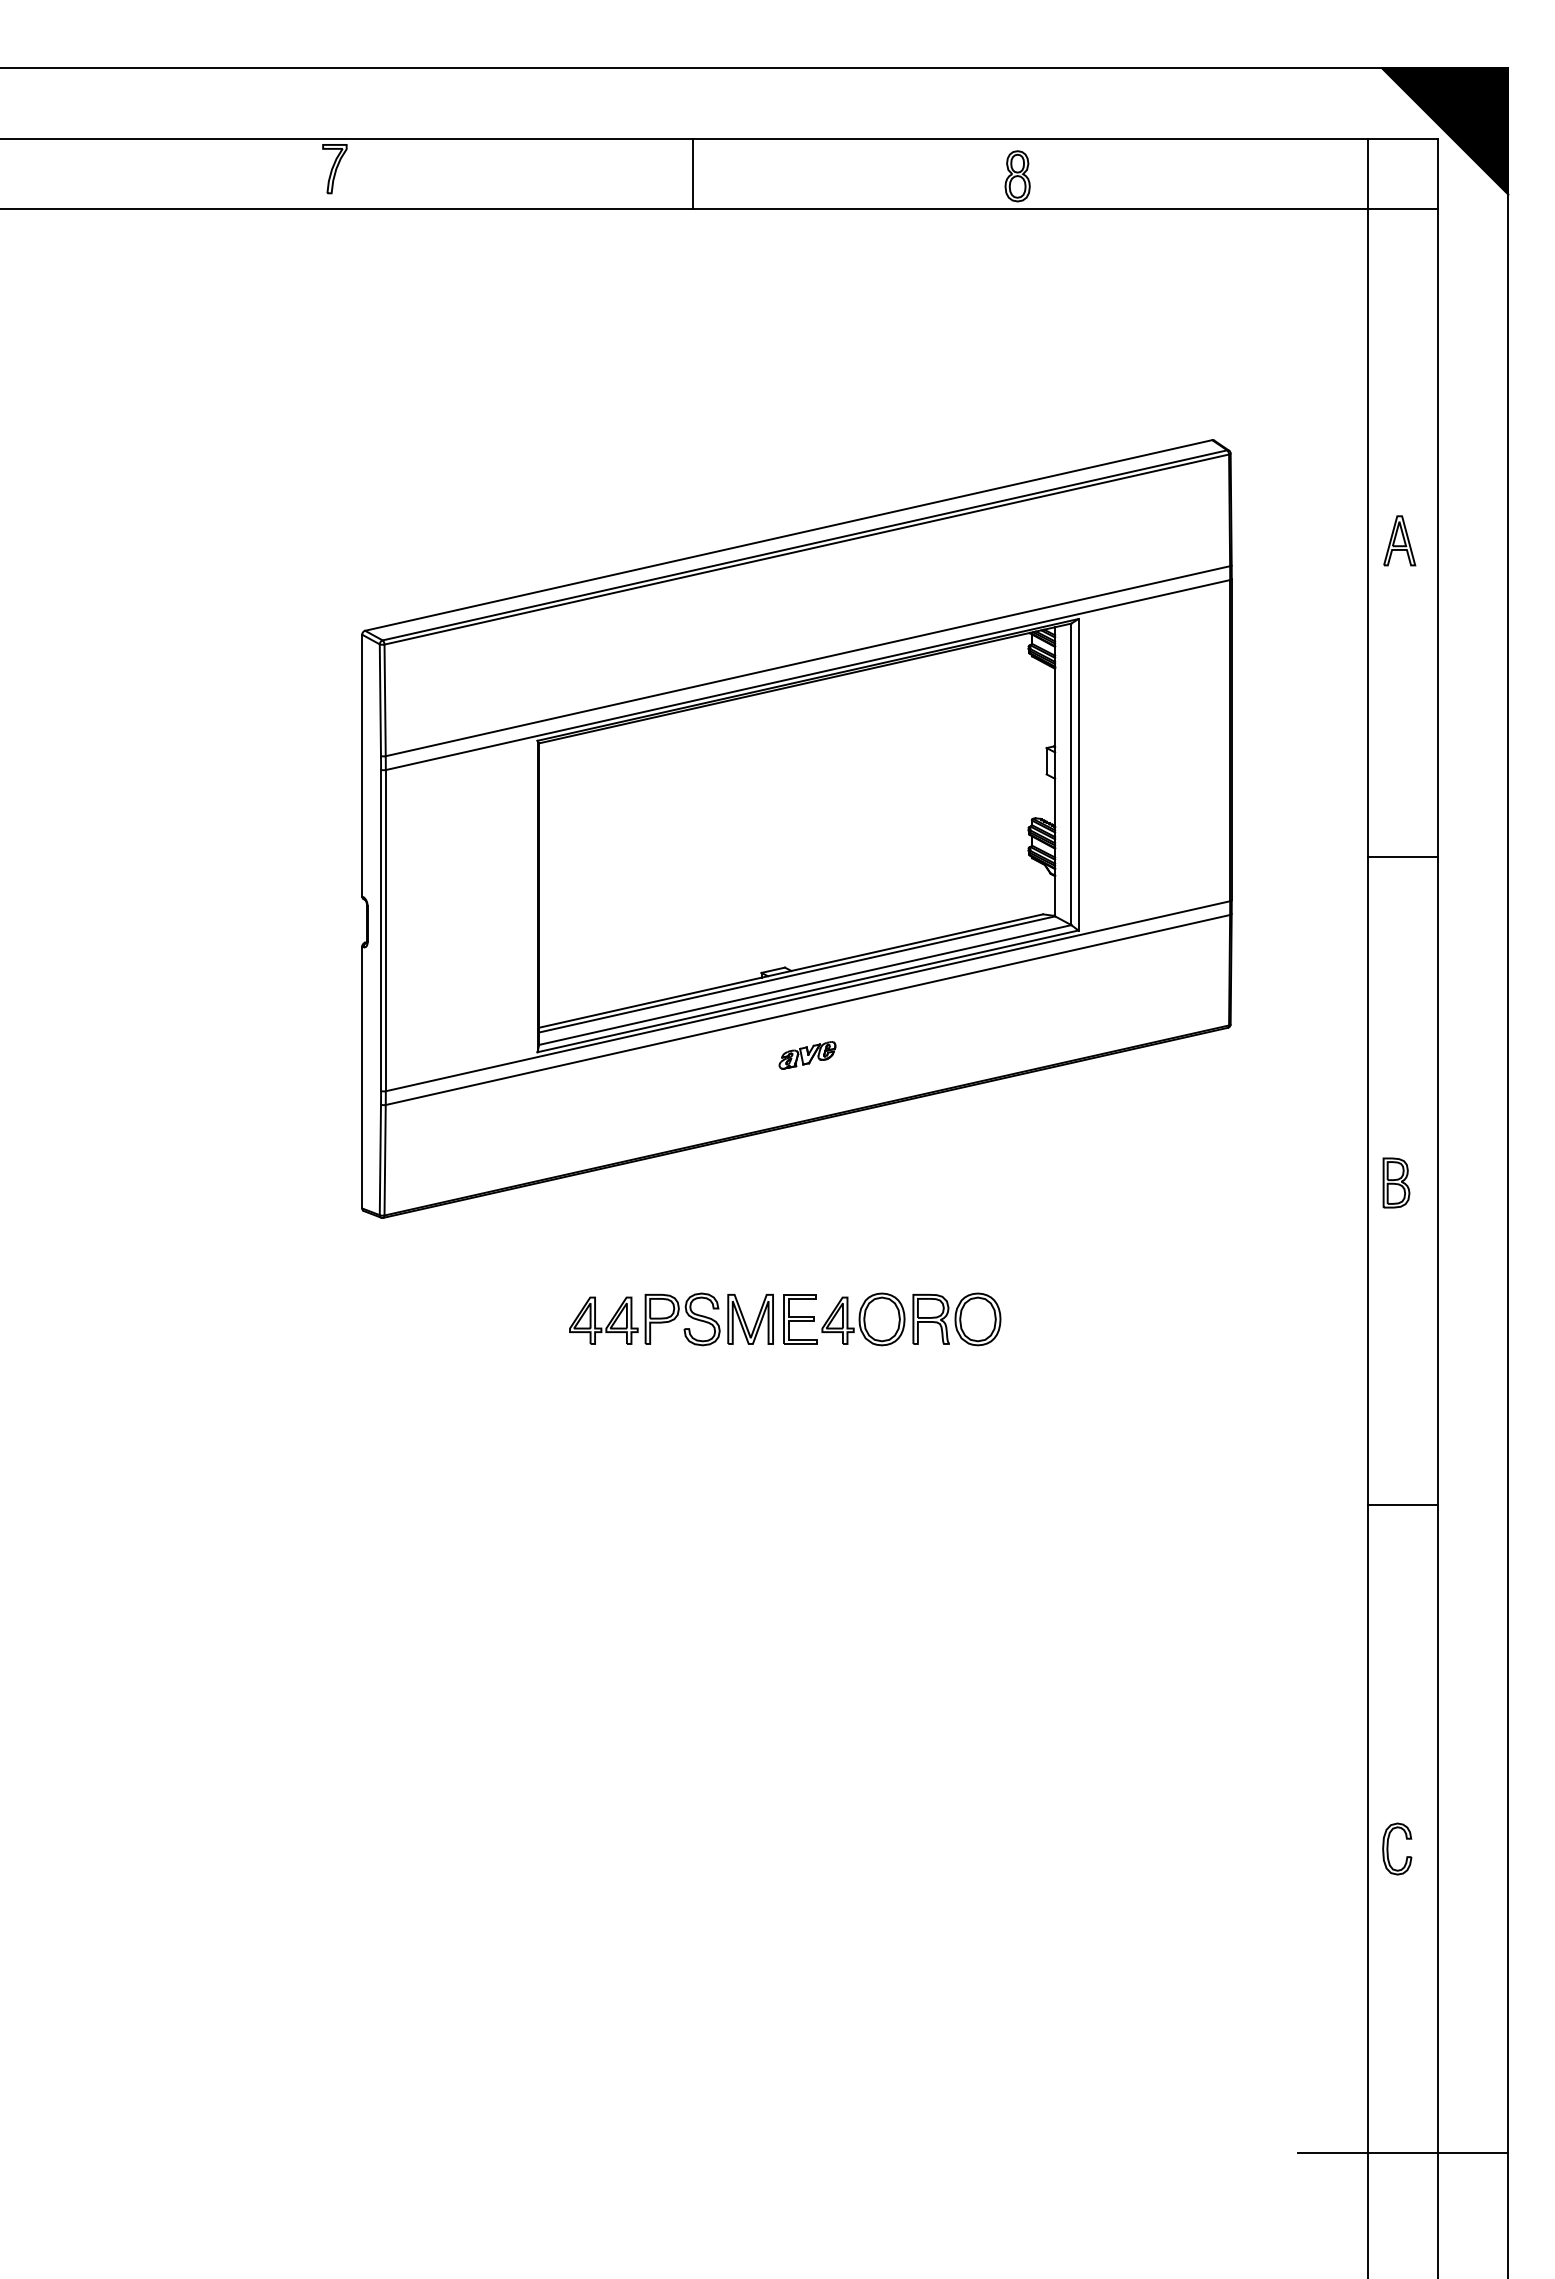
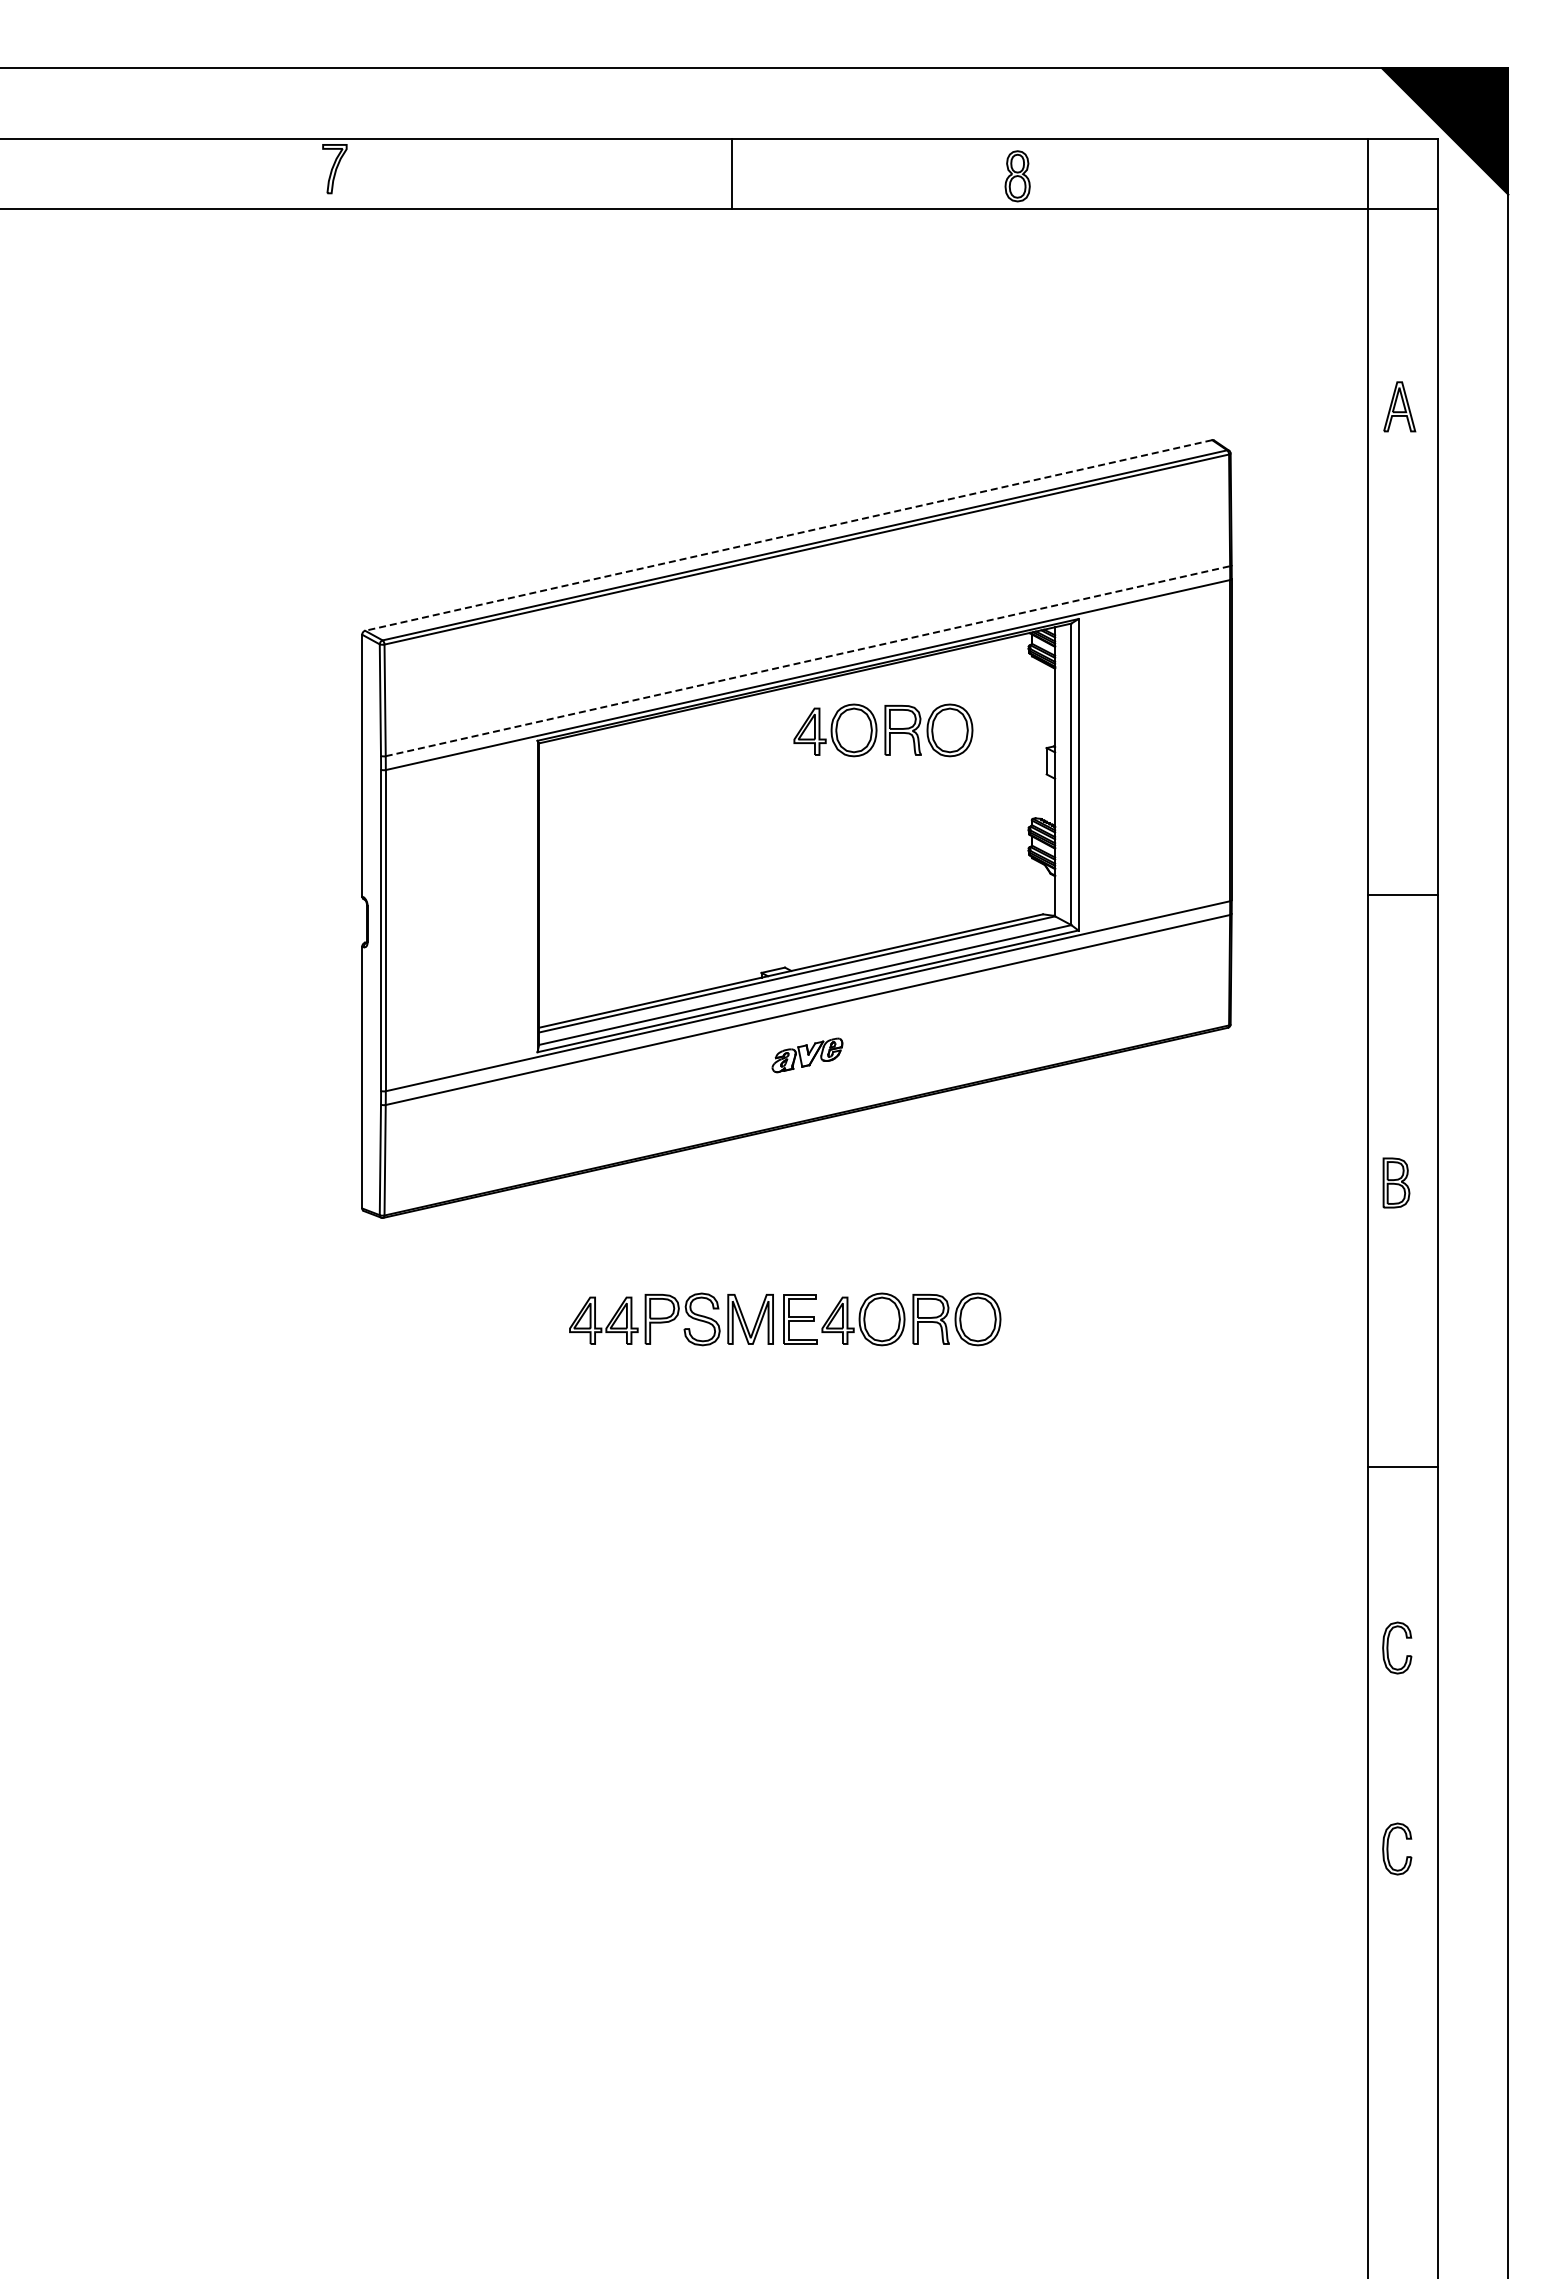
line at (692, 173) position: (692, 173) -> (731, 173)
line at (788, 535): solid -> dashed
part at (1399, 540) position: (1399, 540) -> (1399, 406)
line at (807, 661): solid -> dashed
part at (883, 730): none -> present
line at (1403, 856) position: (1403, 856) -> (1403, 894)
part at (807, 1055) size: 59x29 px -> 73x37 px
line at (1403, 1504) position: (1403, 1504) -> (1403, 1466)
part at (1388, 1647): none -> present
line at (1402, 2152): present -> none
